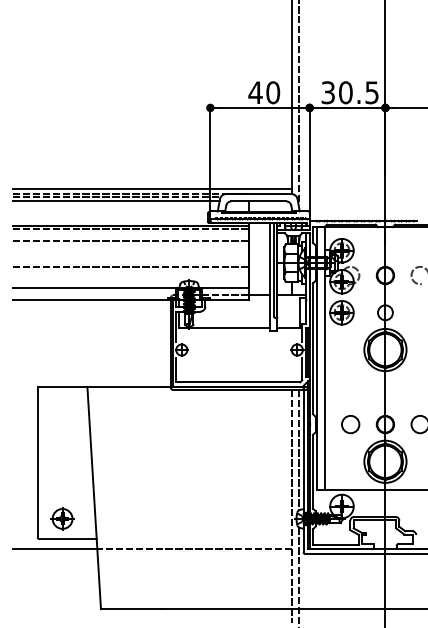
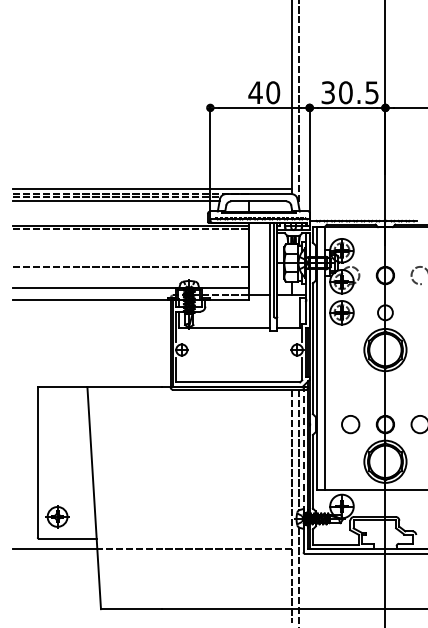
line at (130, 240): present -> none
line at (303, 450): solid -> dashed
part at (62, 518) position: (62, 518) -> (57, 516)
